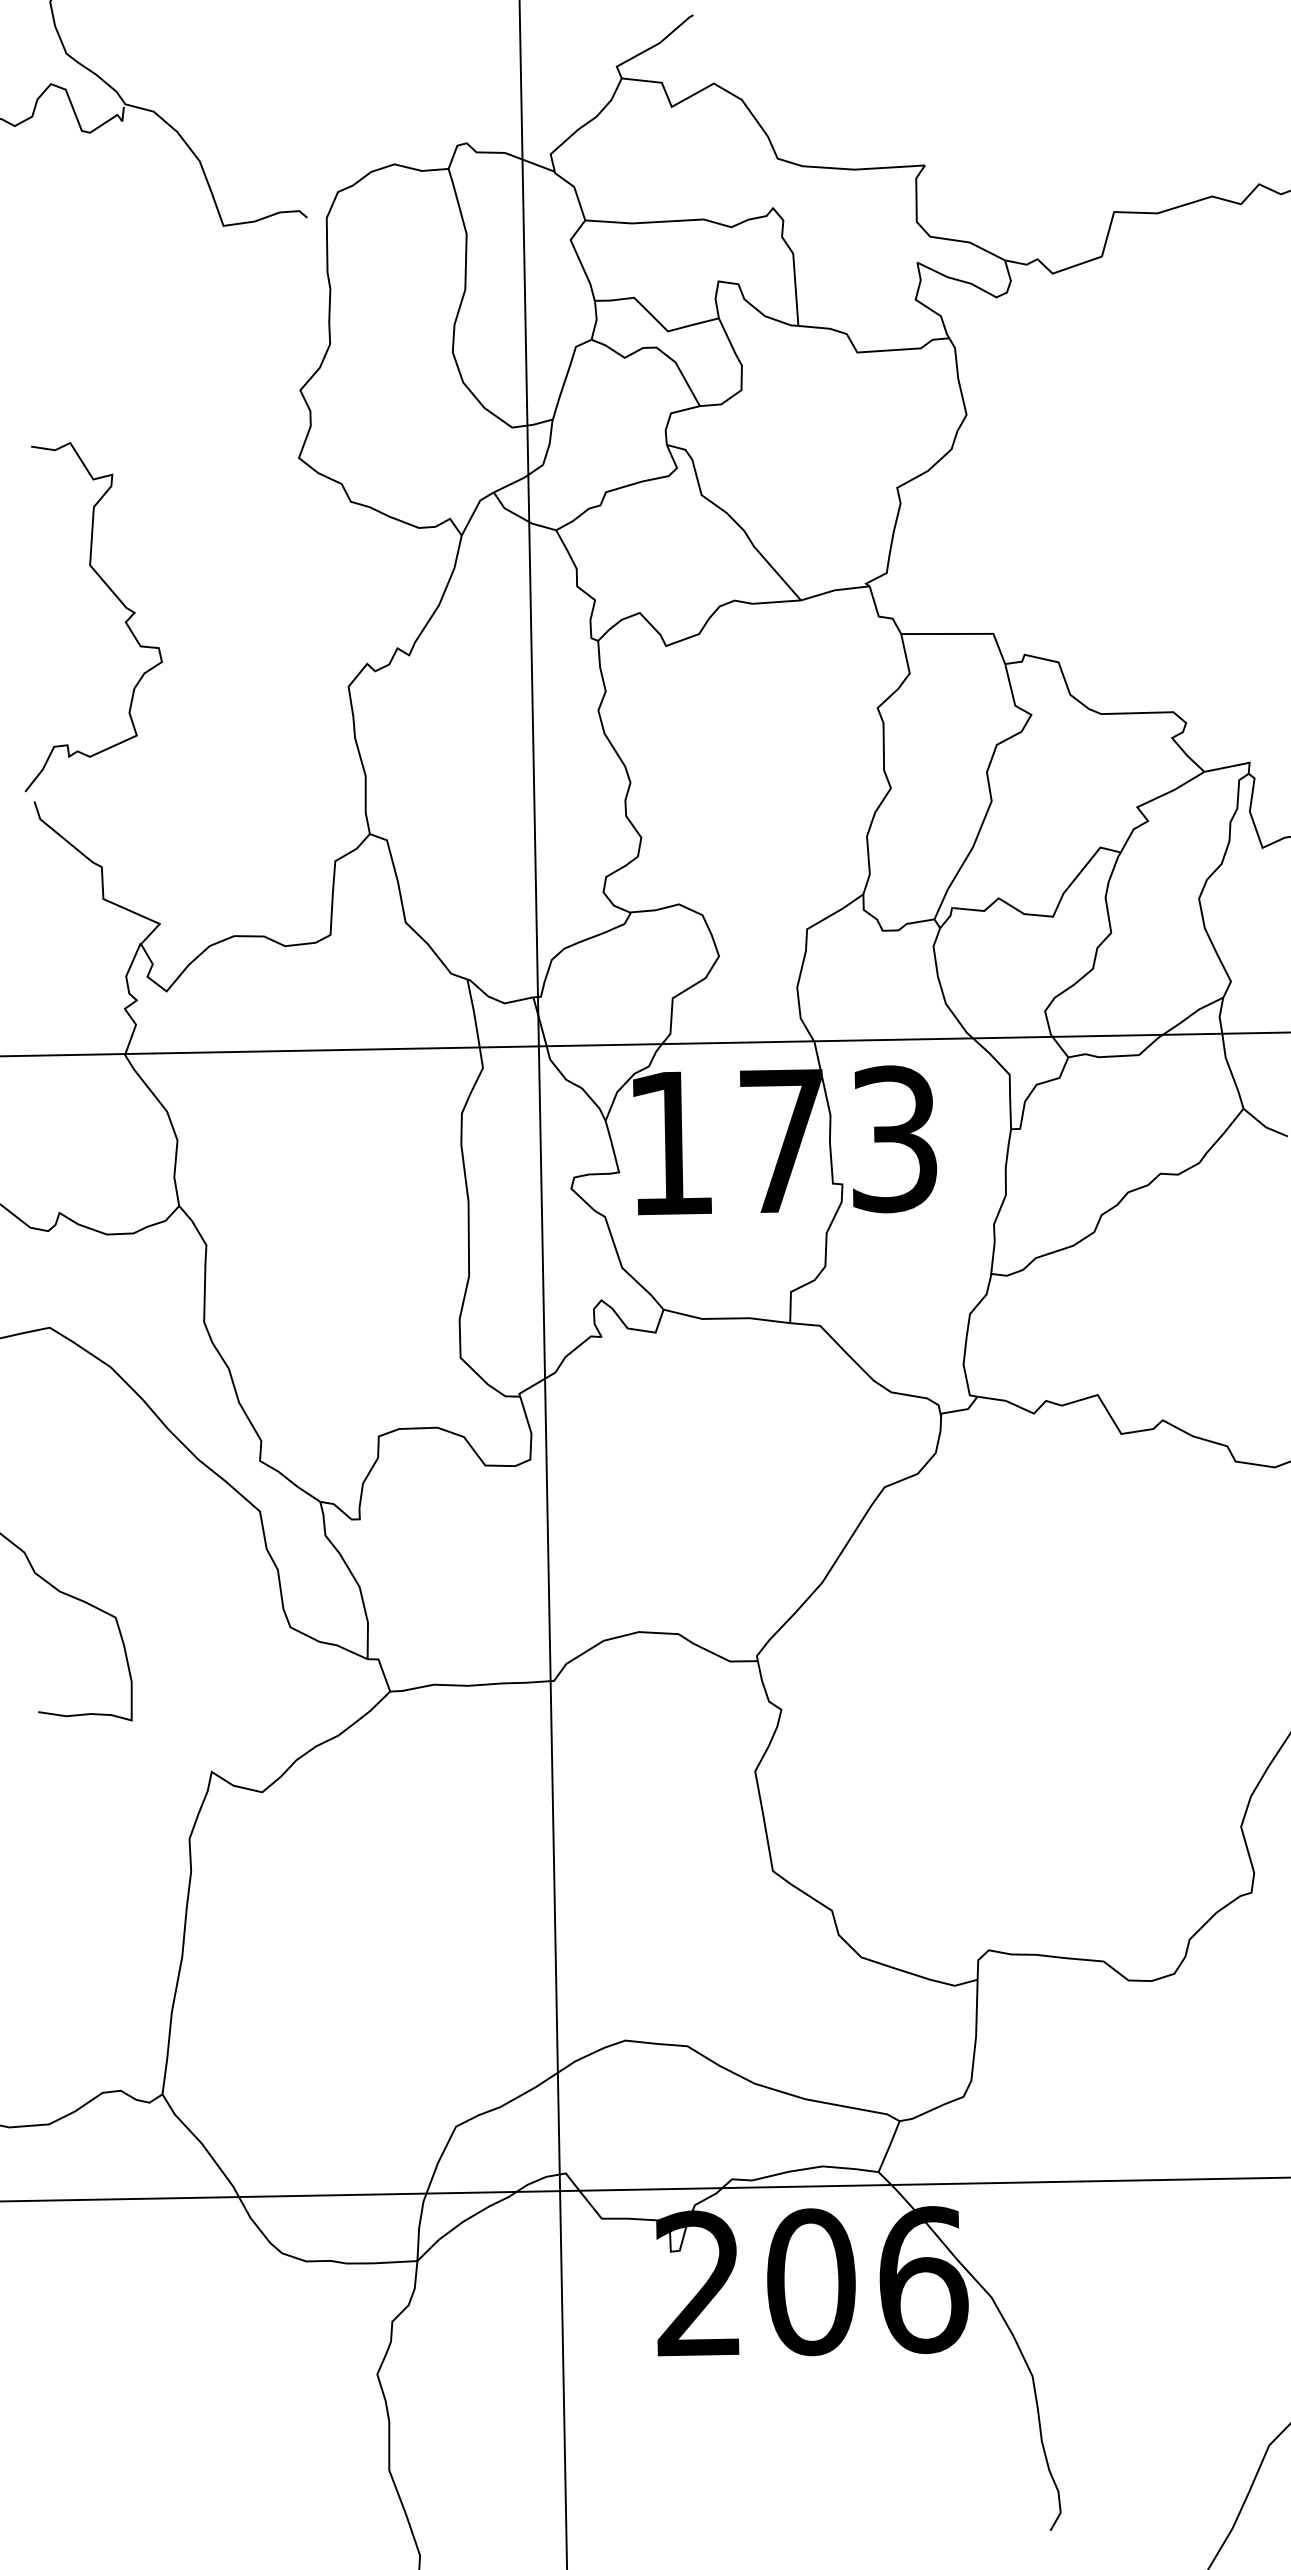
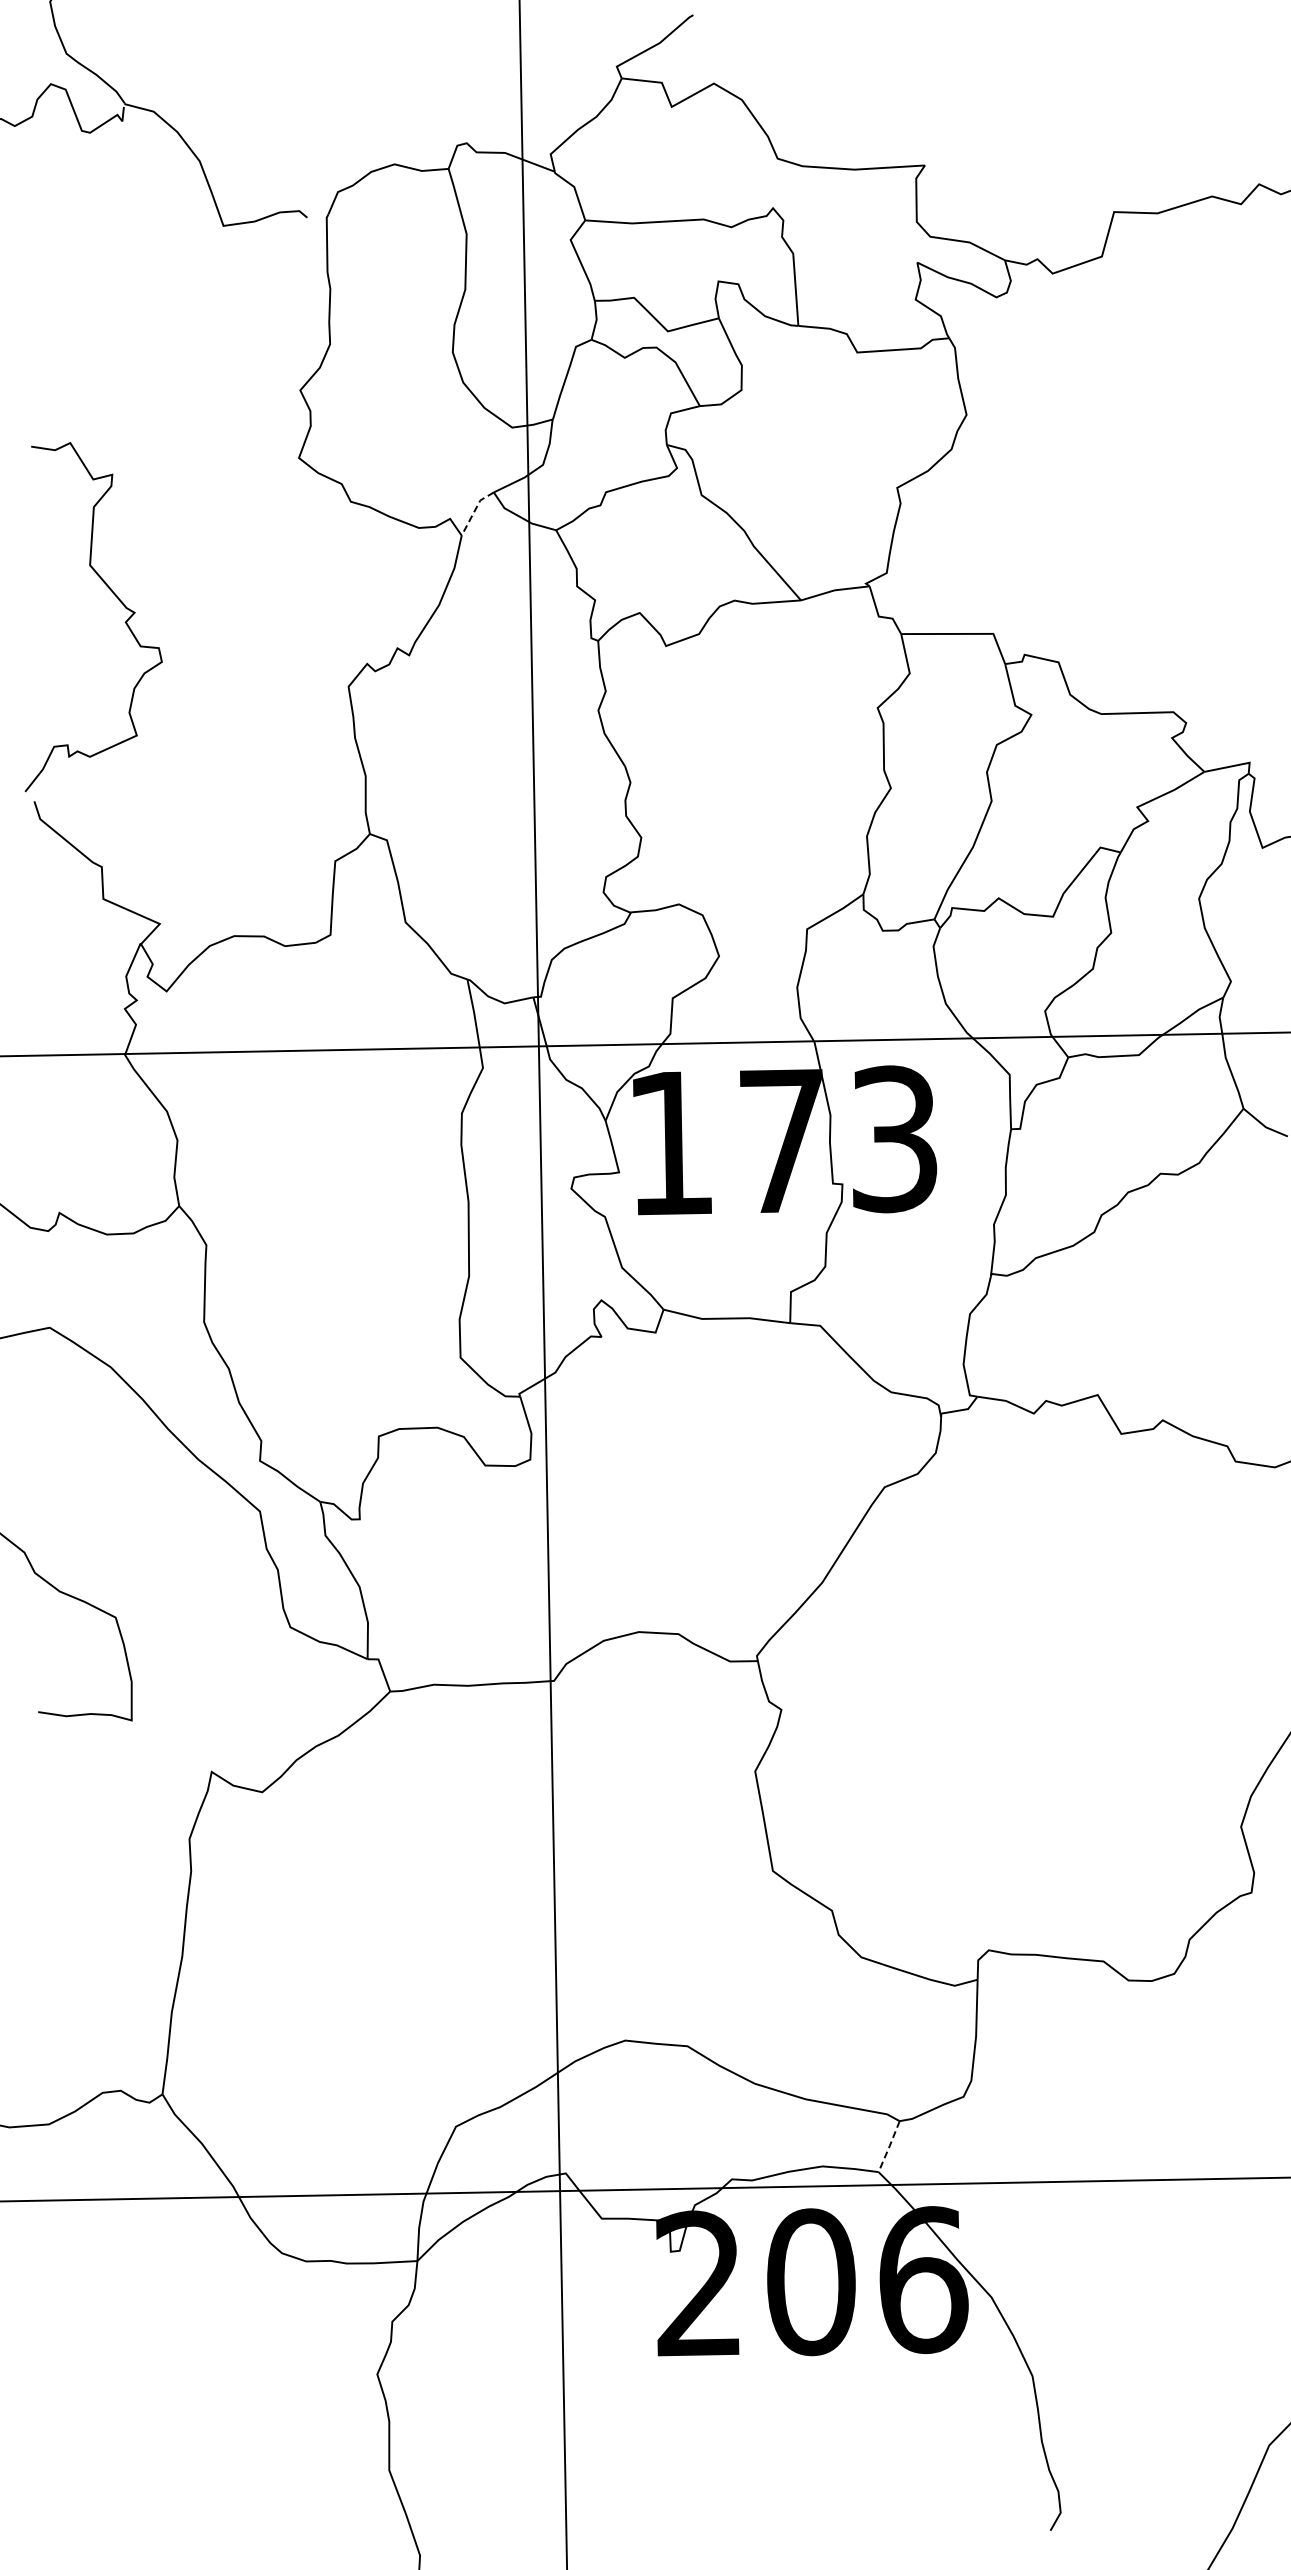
line at (474, 510): solid -> dashed
line at (889, 2146): solid -> dashed
